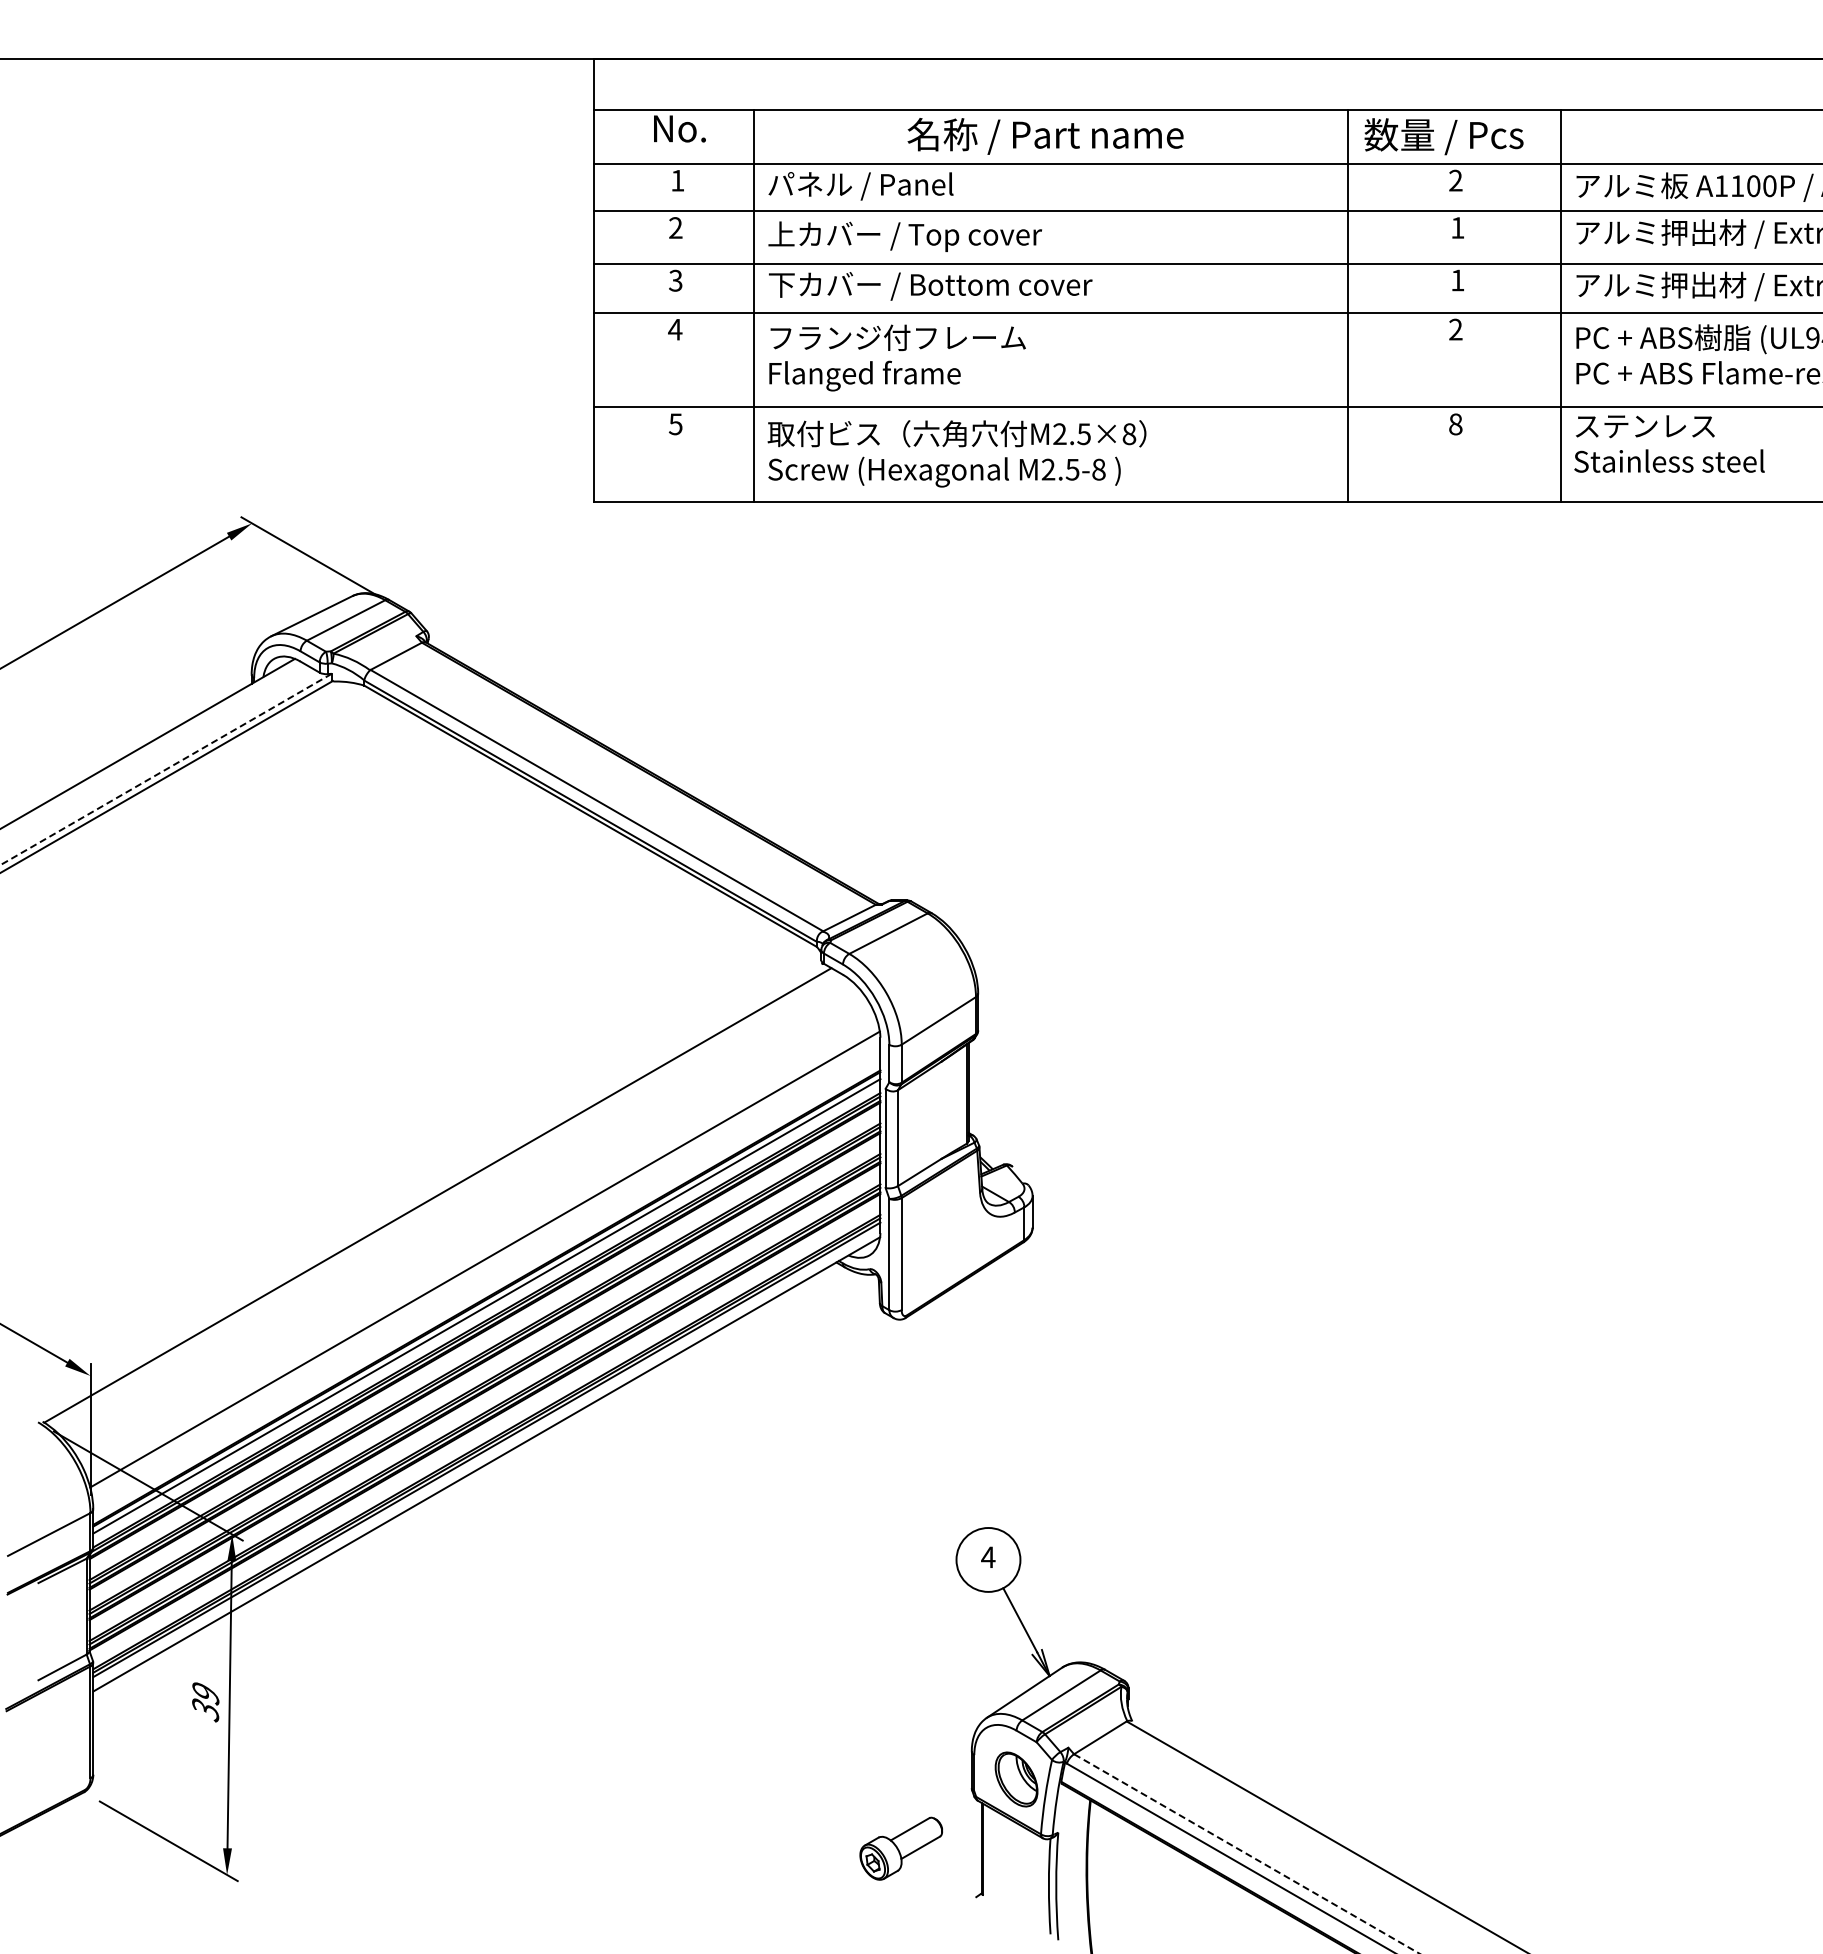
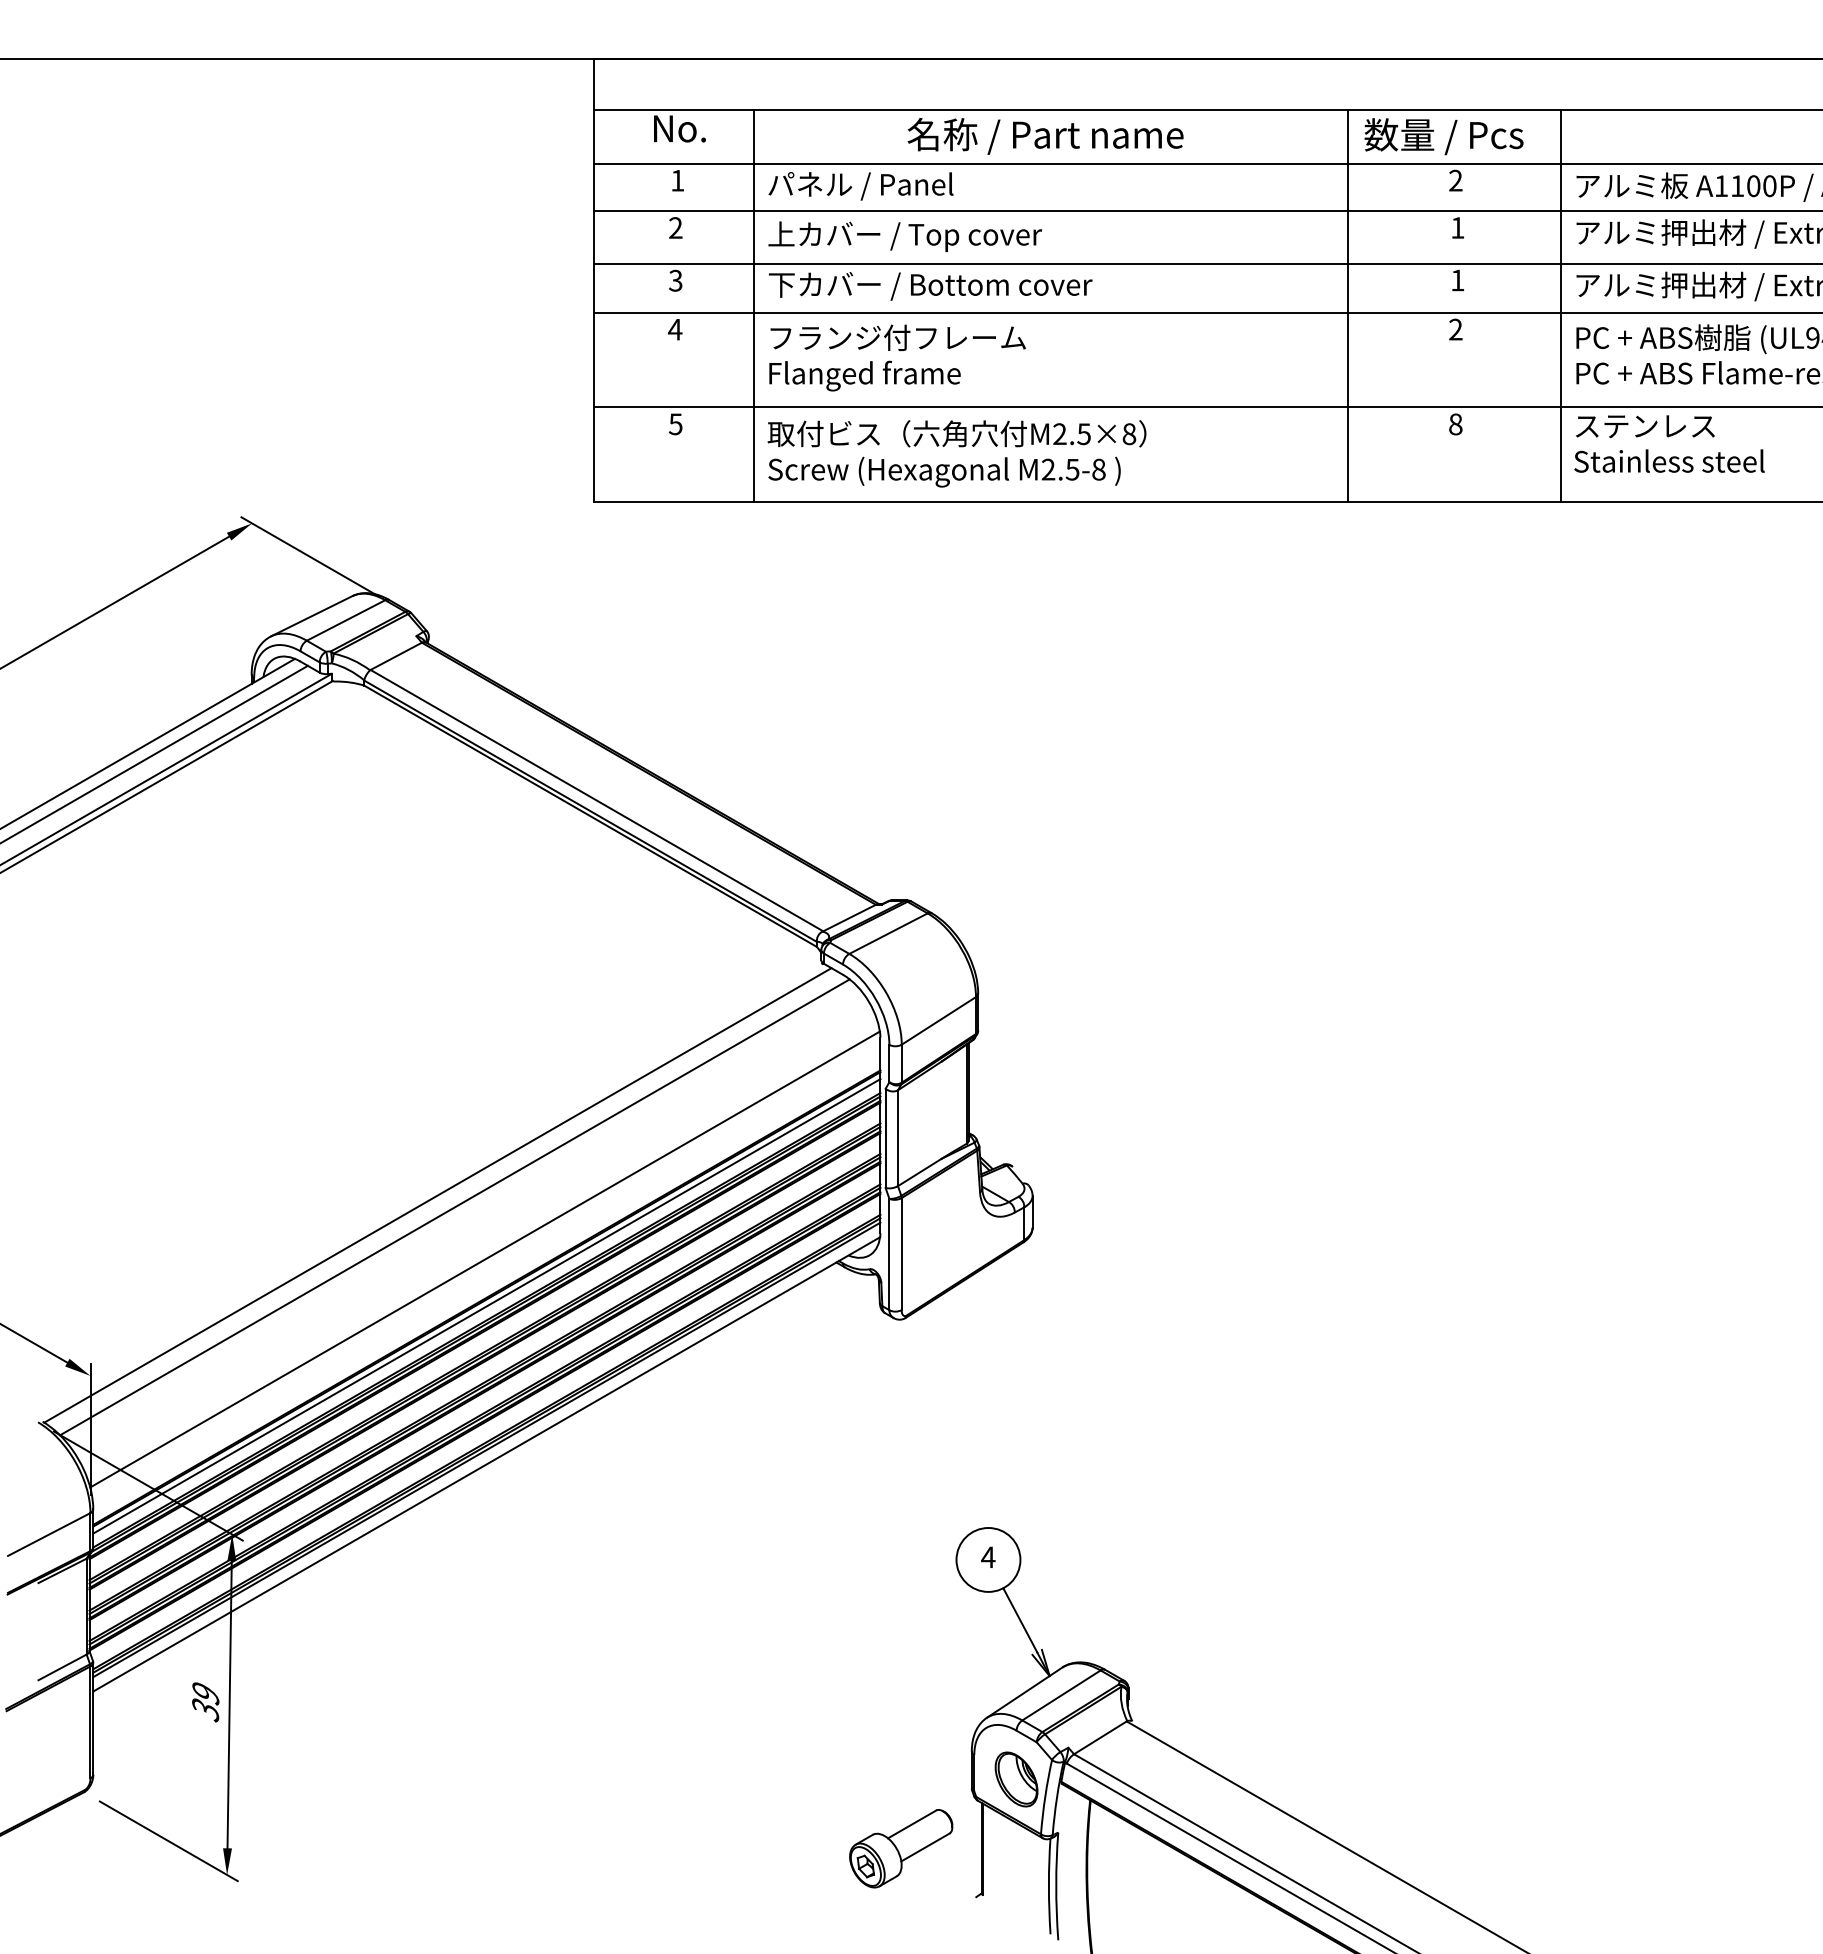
line at (154, 753): none -> present
line at (165, 769): dashed -> solid
line at (454, 1207): none -> present
part at (900, 1848) size: 84x65 px -> 105x80 px
line at (1247, 1854): dashed -> solid
